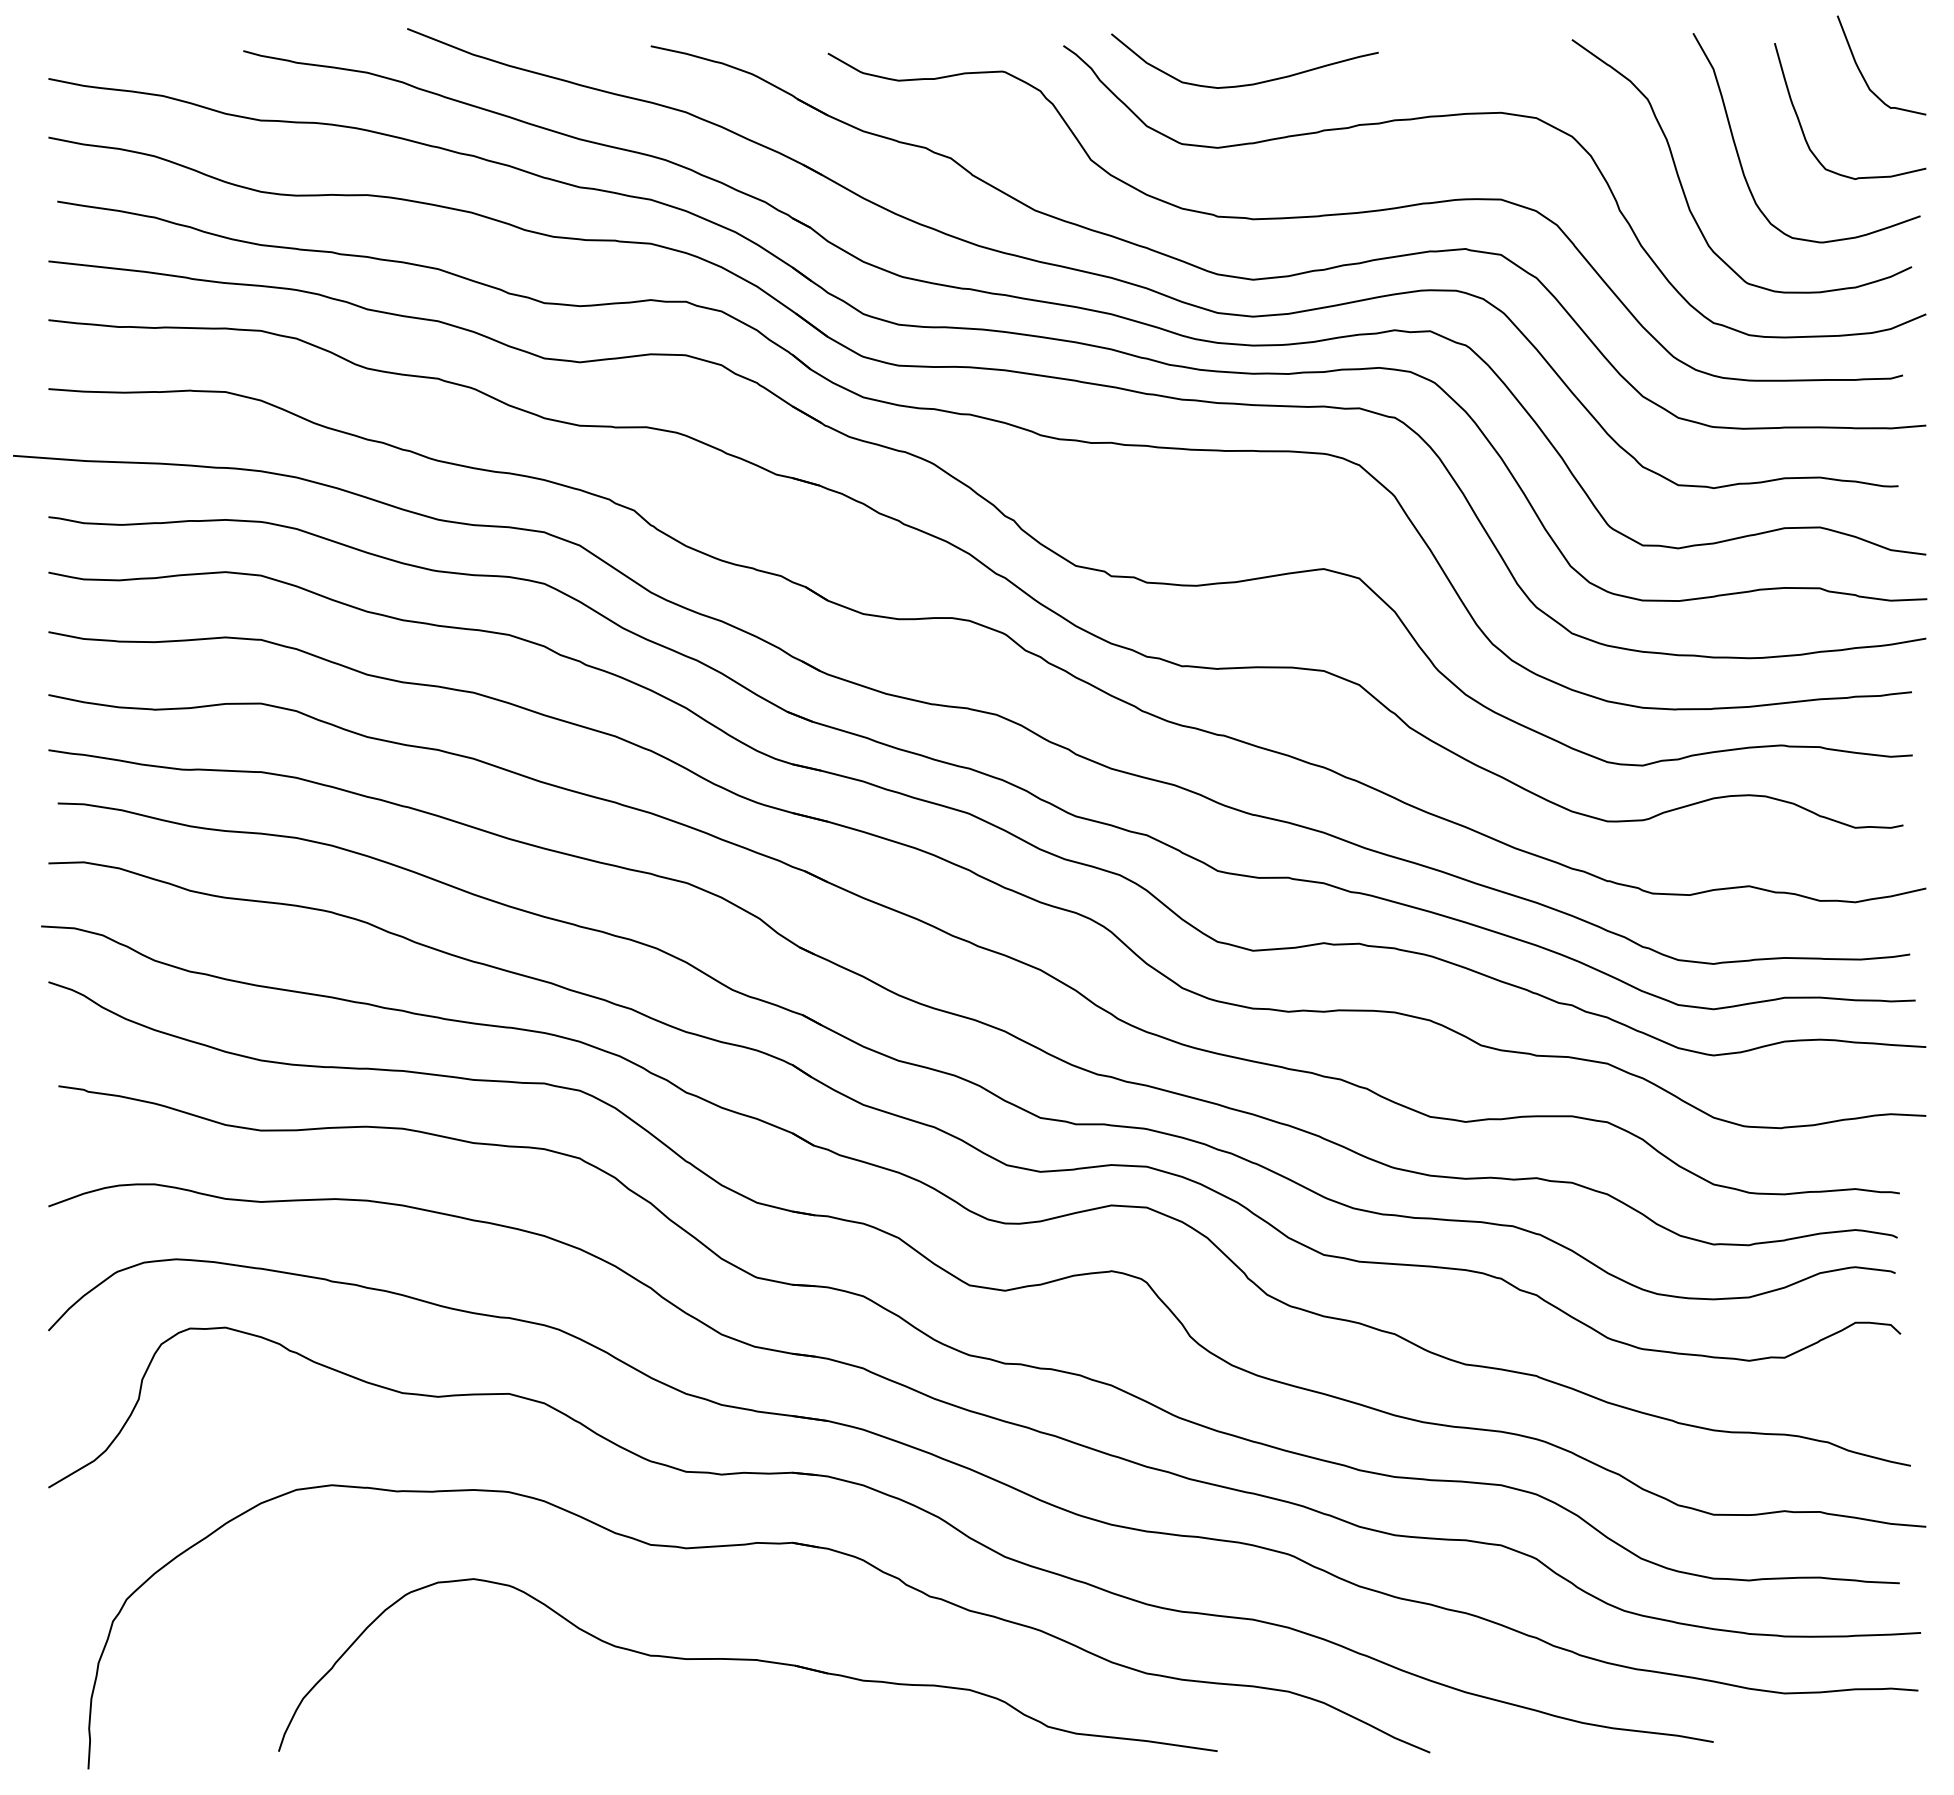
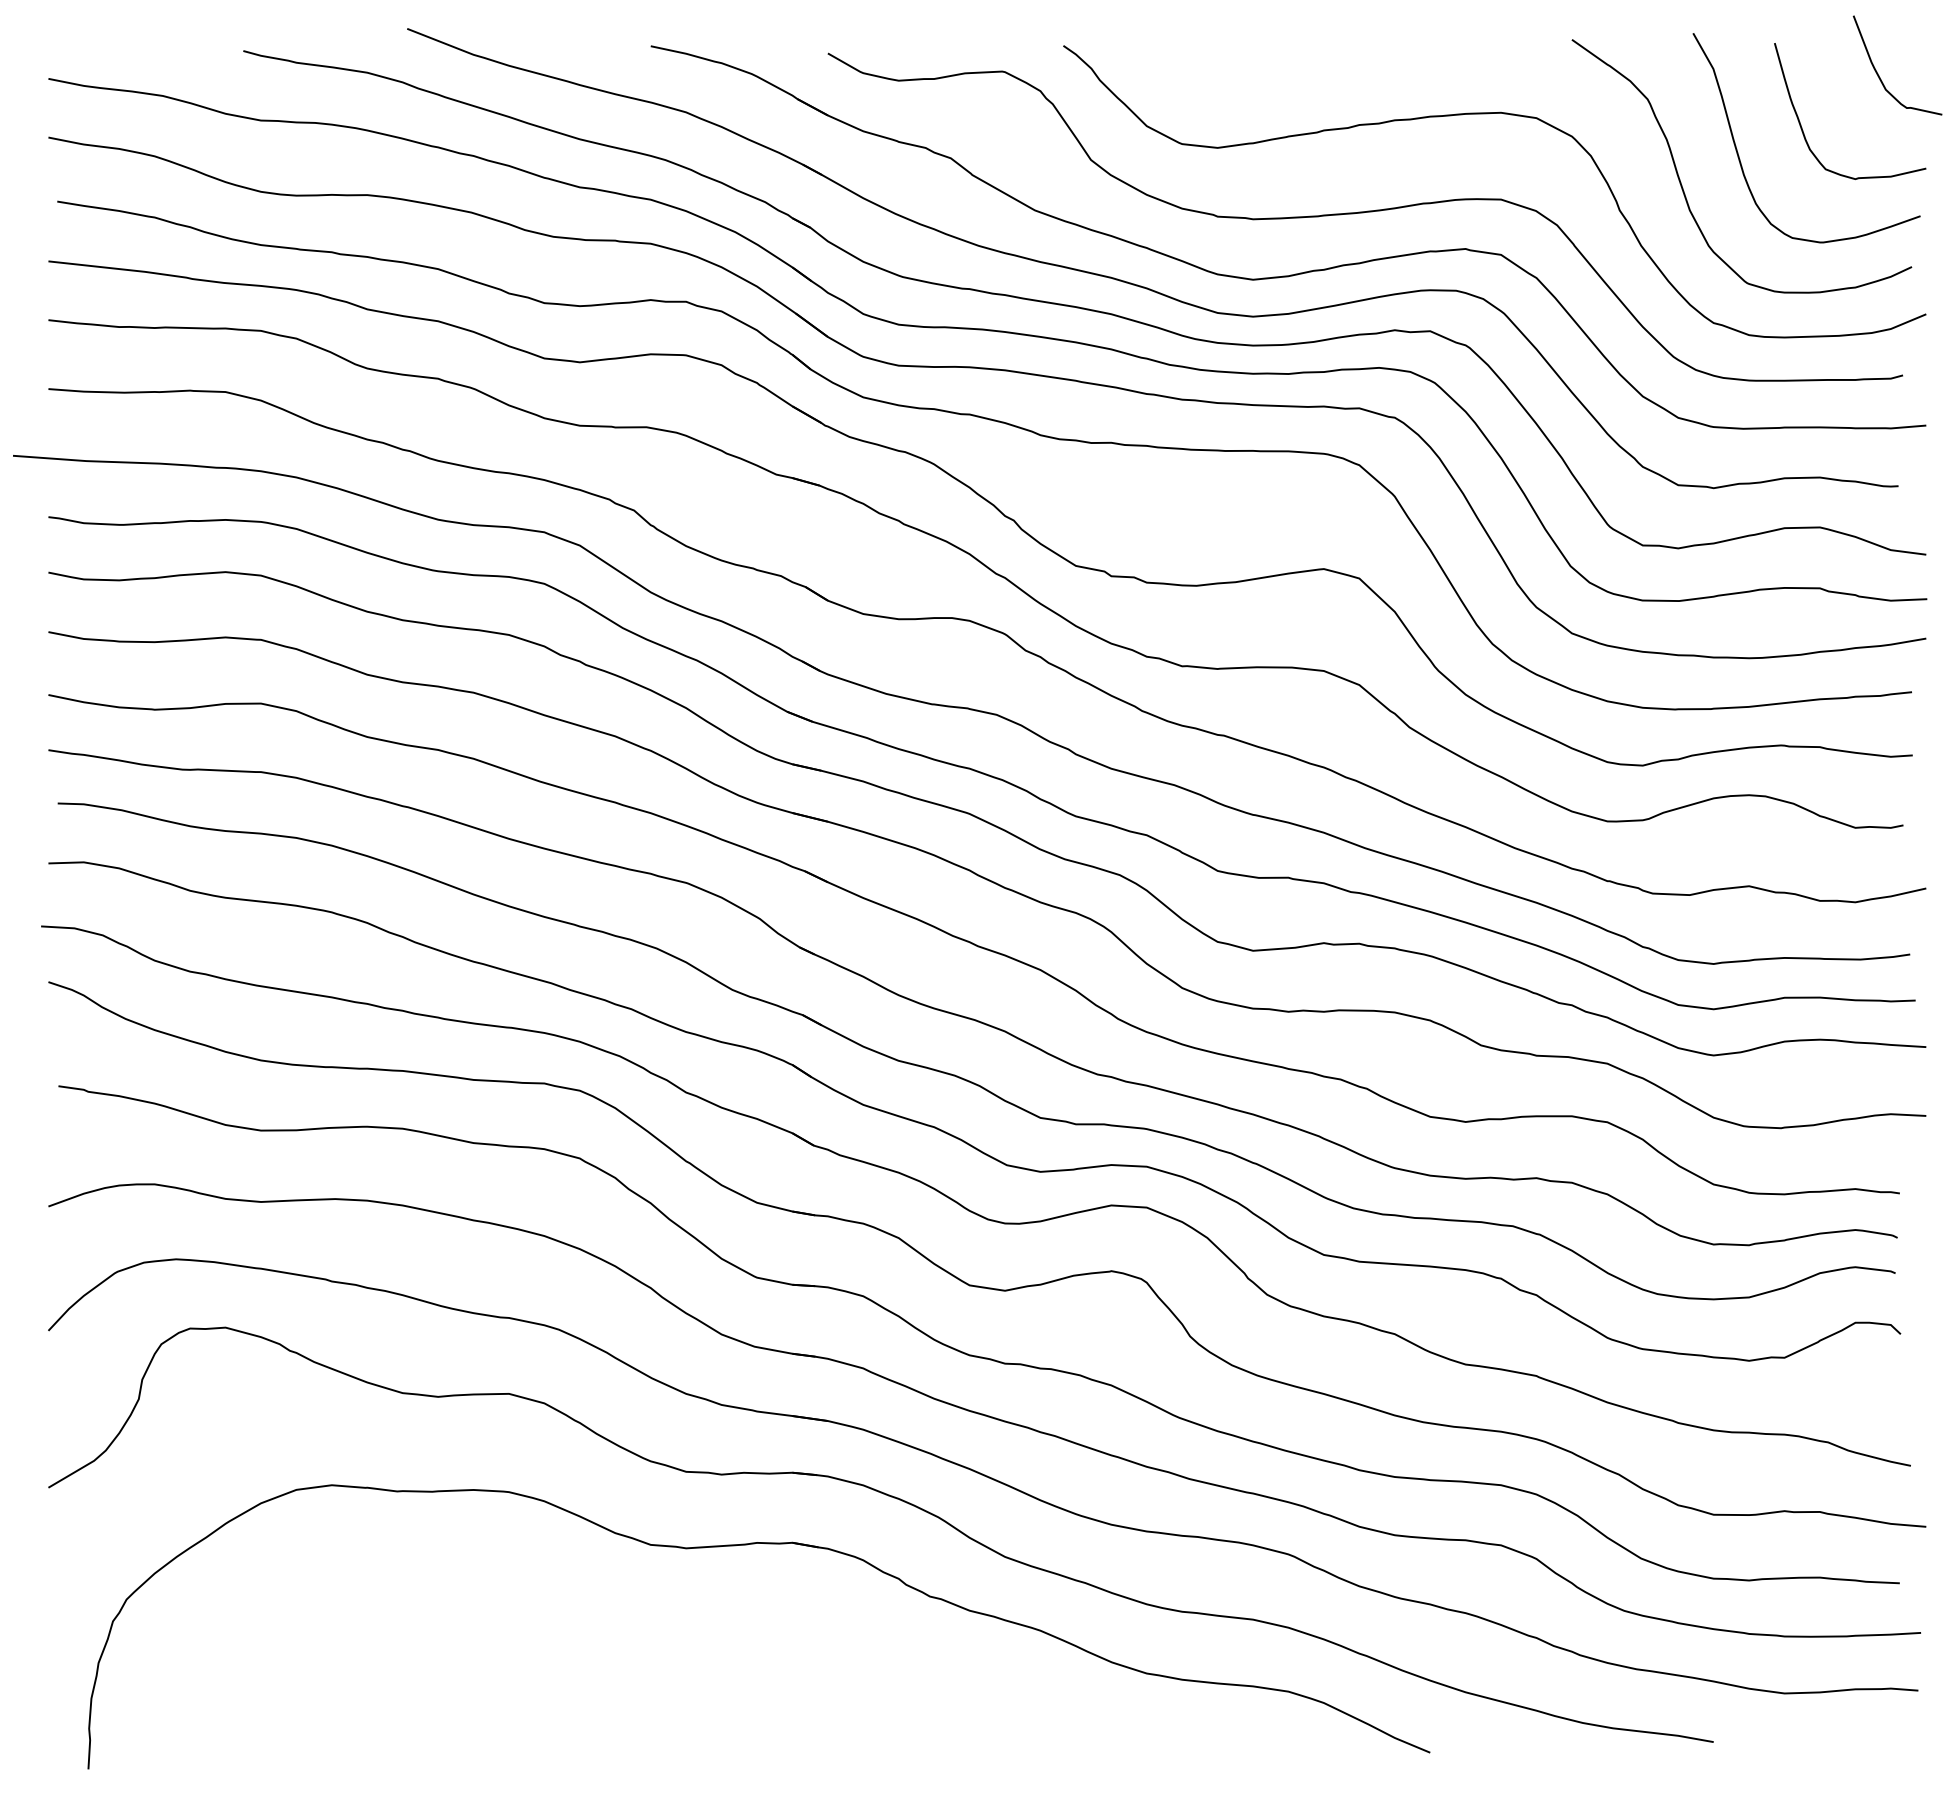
curve at (1863, 75) position: (1863, 75) -> (1879, 75)
curve at (1250, 83): present -> none
part at (747, 1664): present -> none
